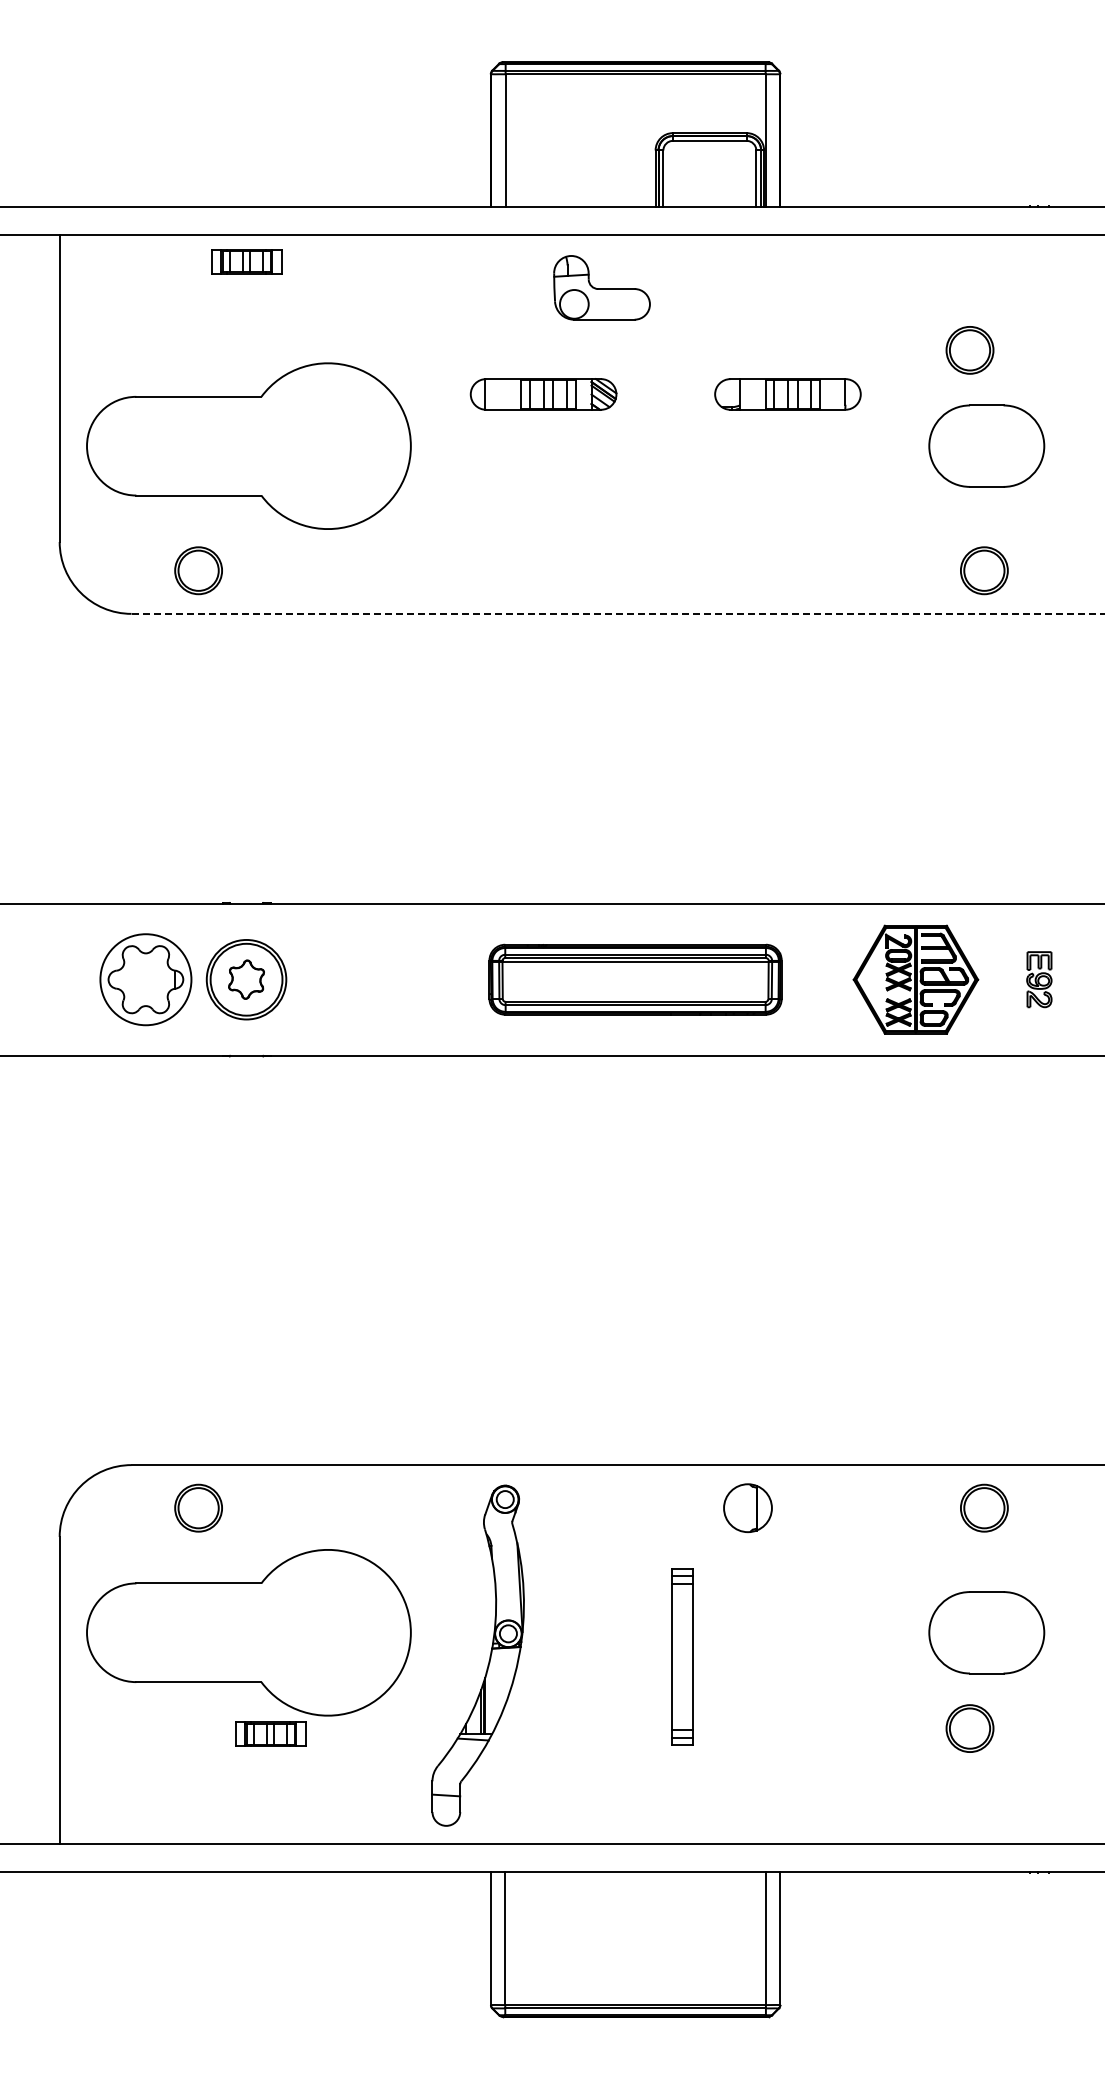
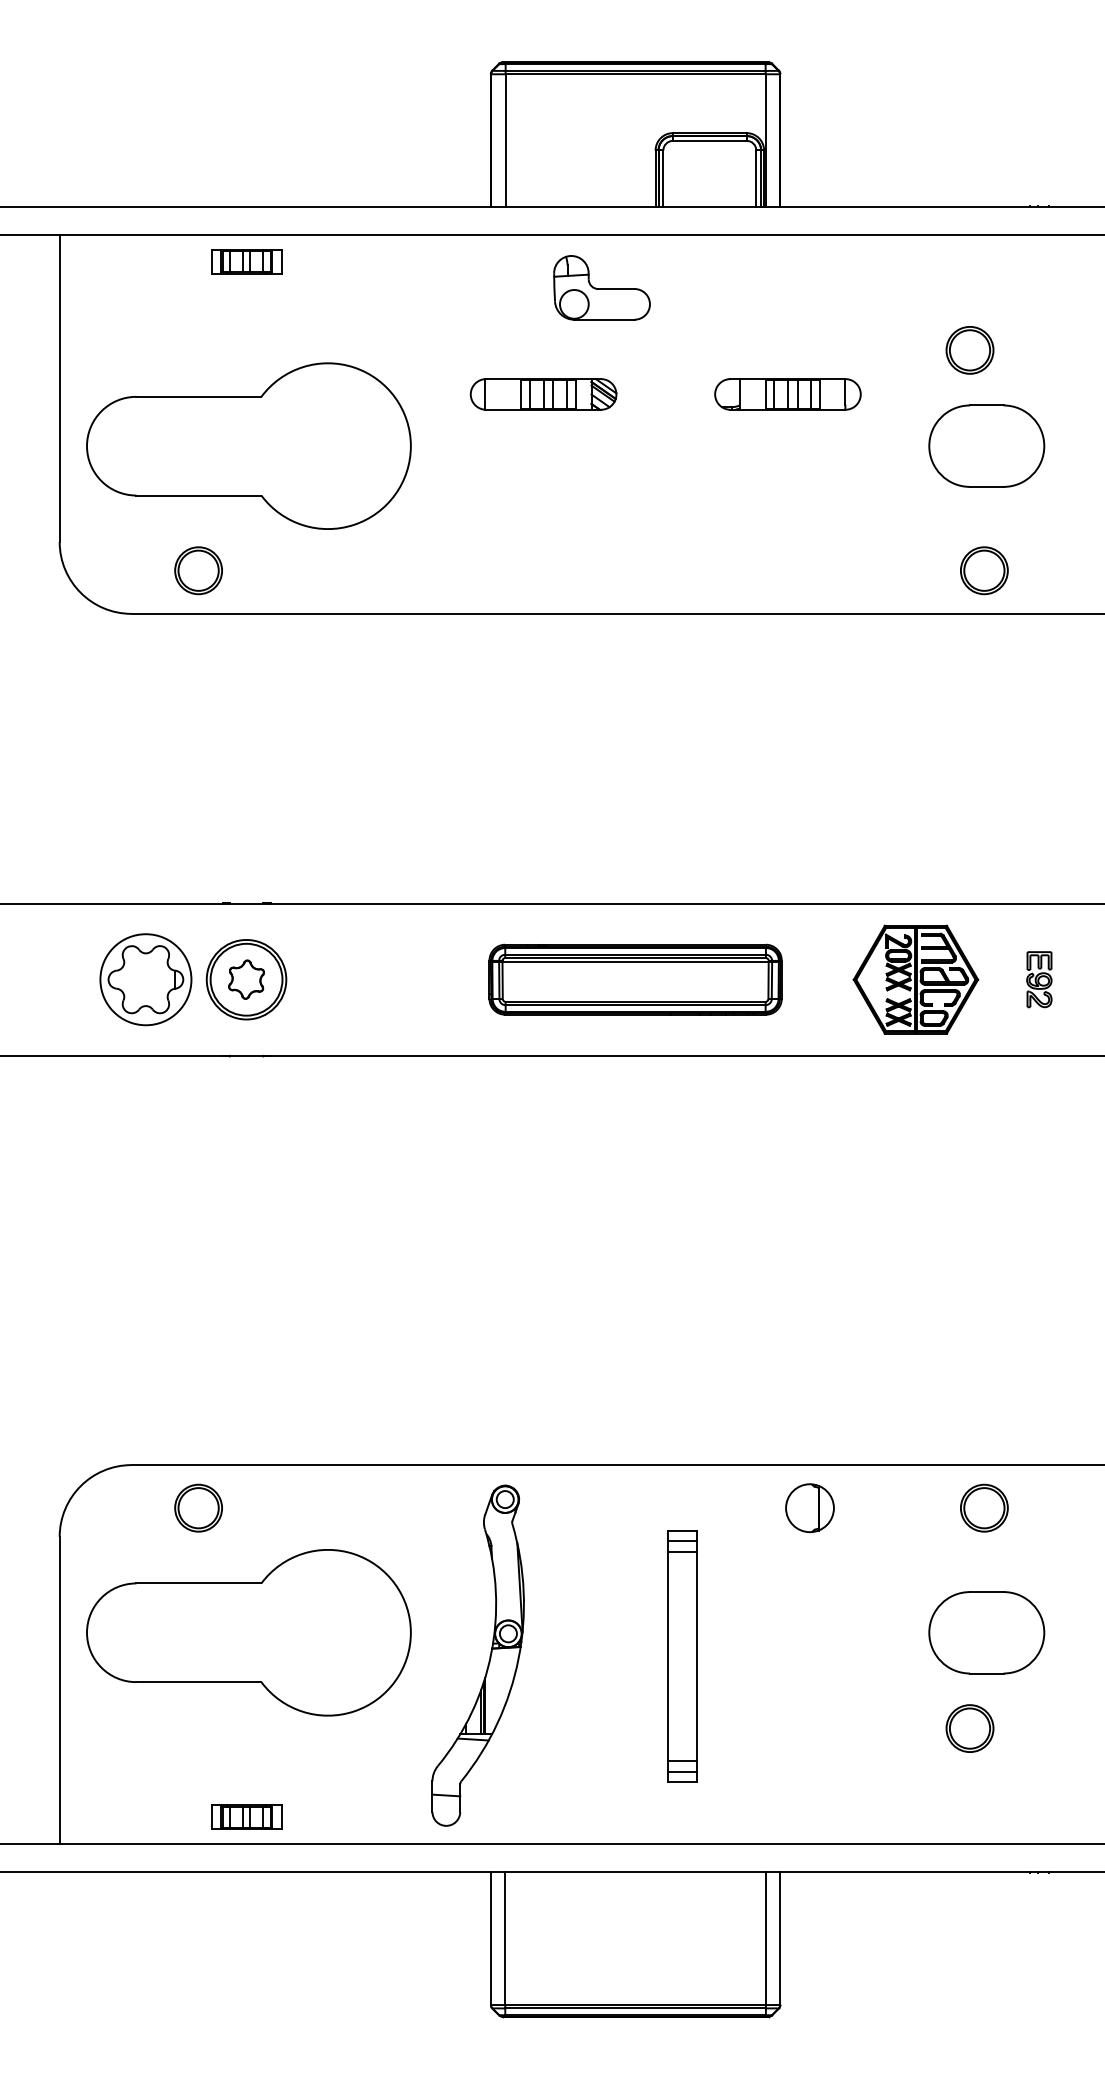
line at (618, 613): dashed -> solid
part at (747, 1507) position: (747, 1507) -> (809, 1507)
part at (682, 1656) size: 23x178 px -> 31x253 px
part at (270, 1733) position: (270, 1733) -> (246, 1816)
